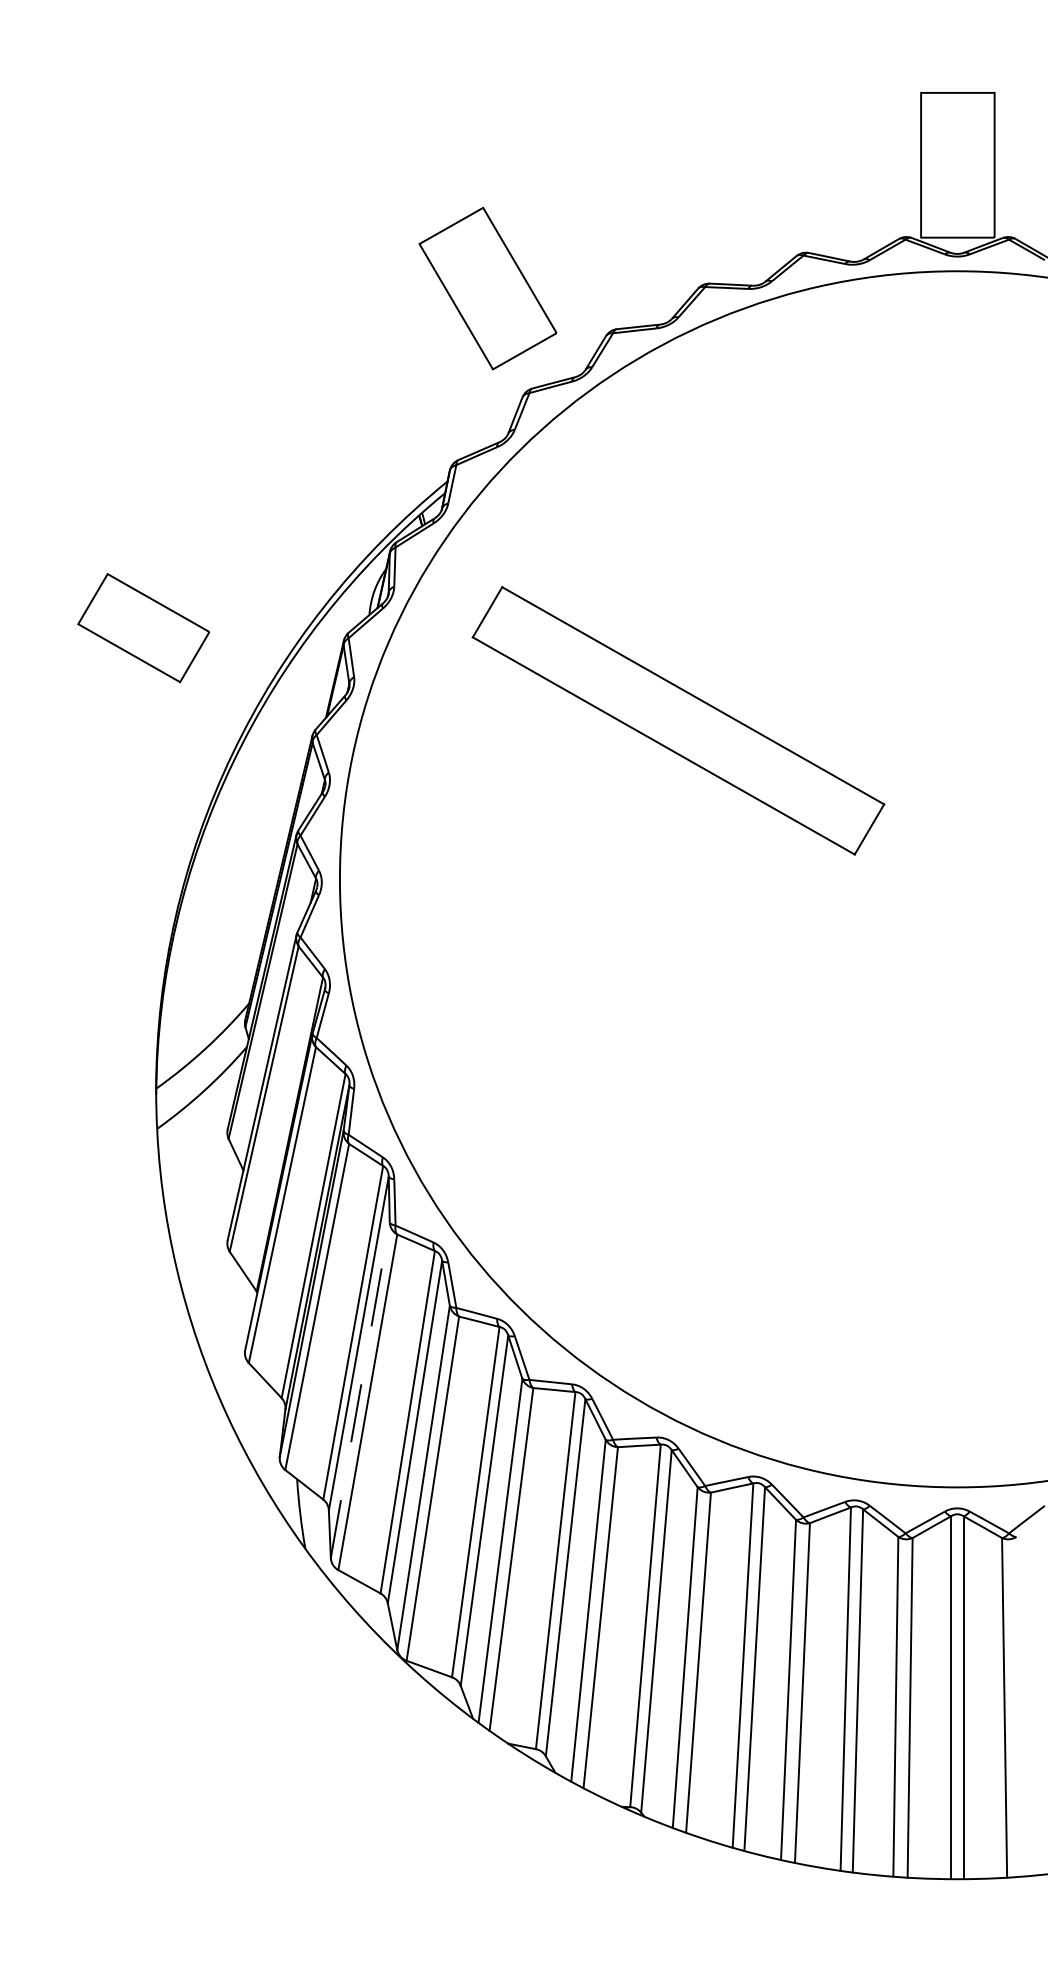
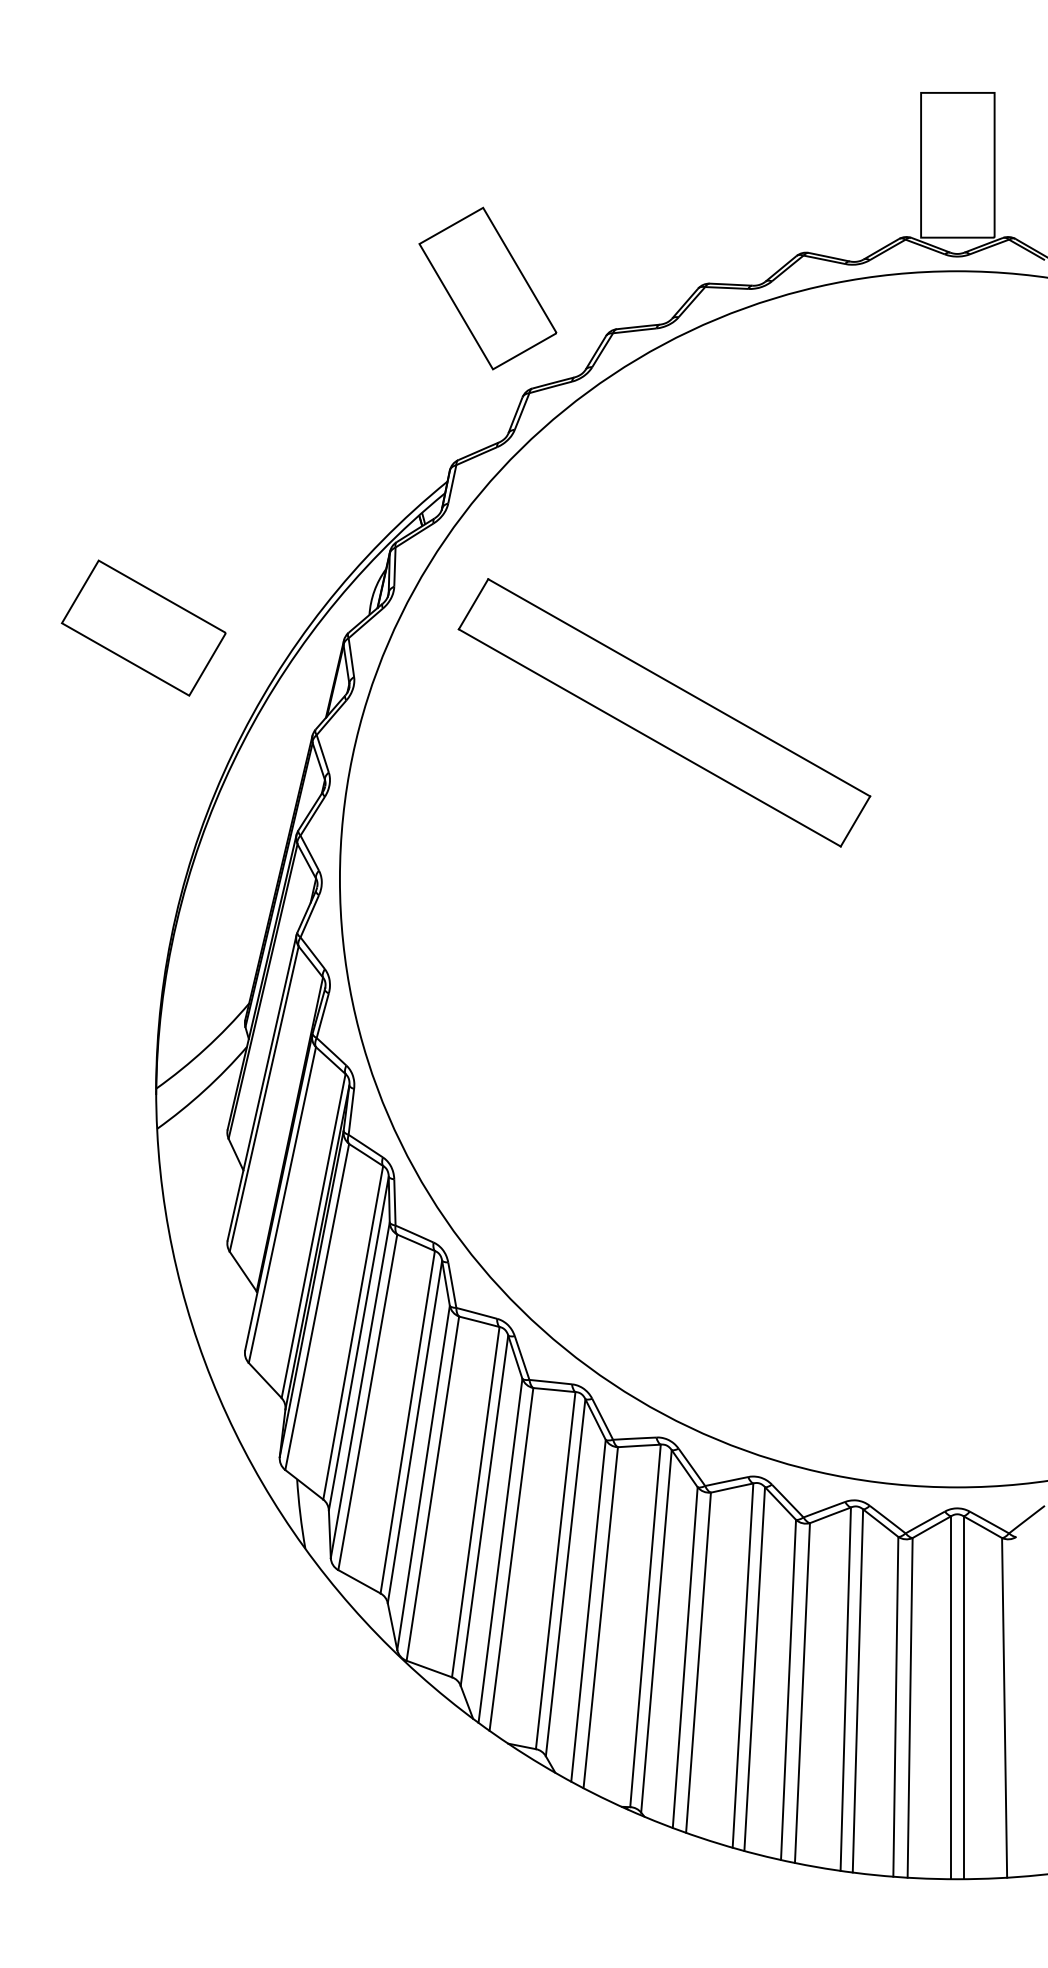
part at (143, 628) size: 133x111 px -> 167x138 px
part at (678, 720) position: (678, 720) -> (664, 712)
line at (360, 1389): dashed -> solid
